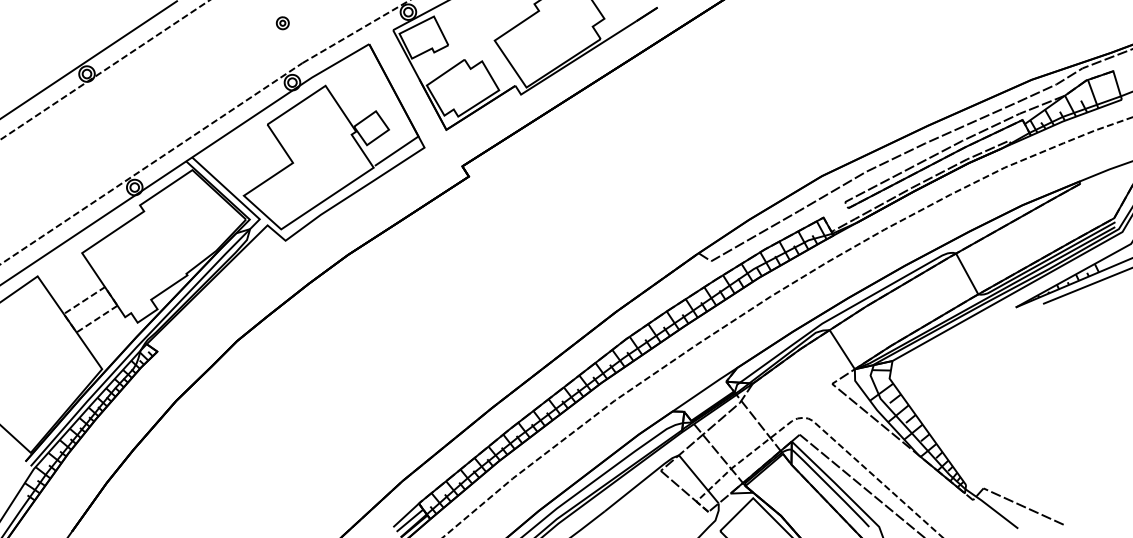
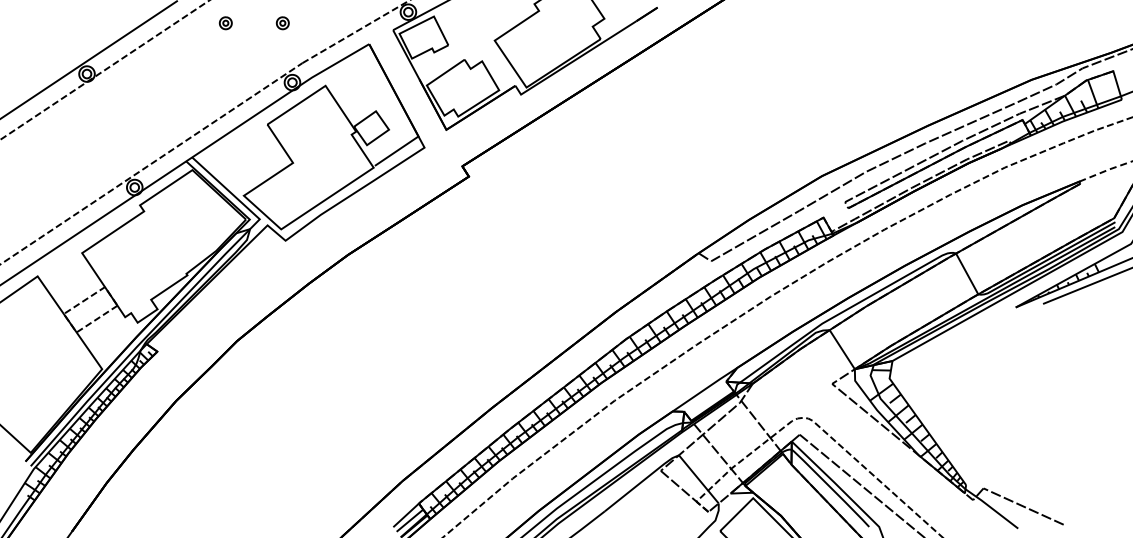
part at (225, 23): none -> present
line at (1106, 170): solid -> dashed
